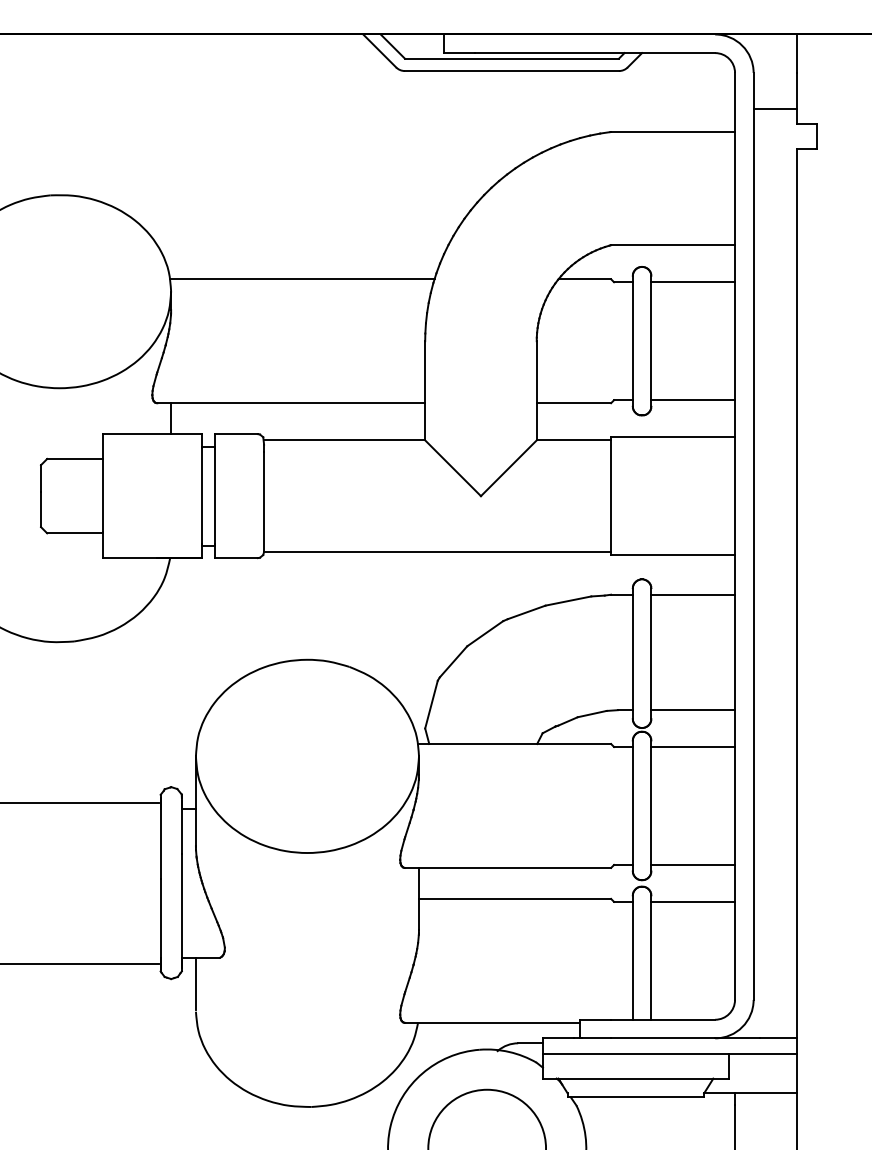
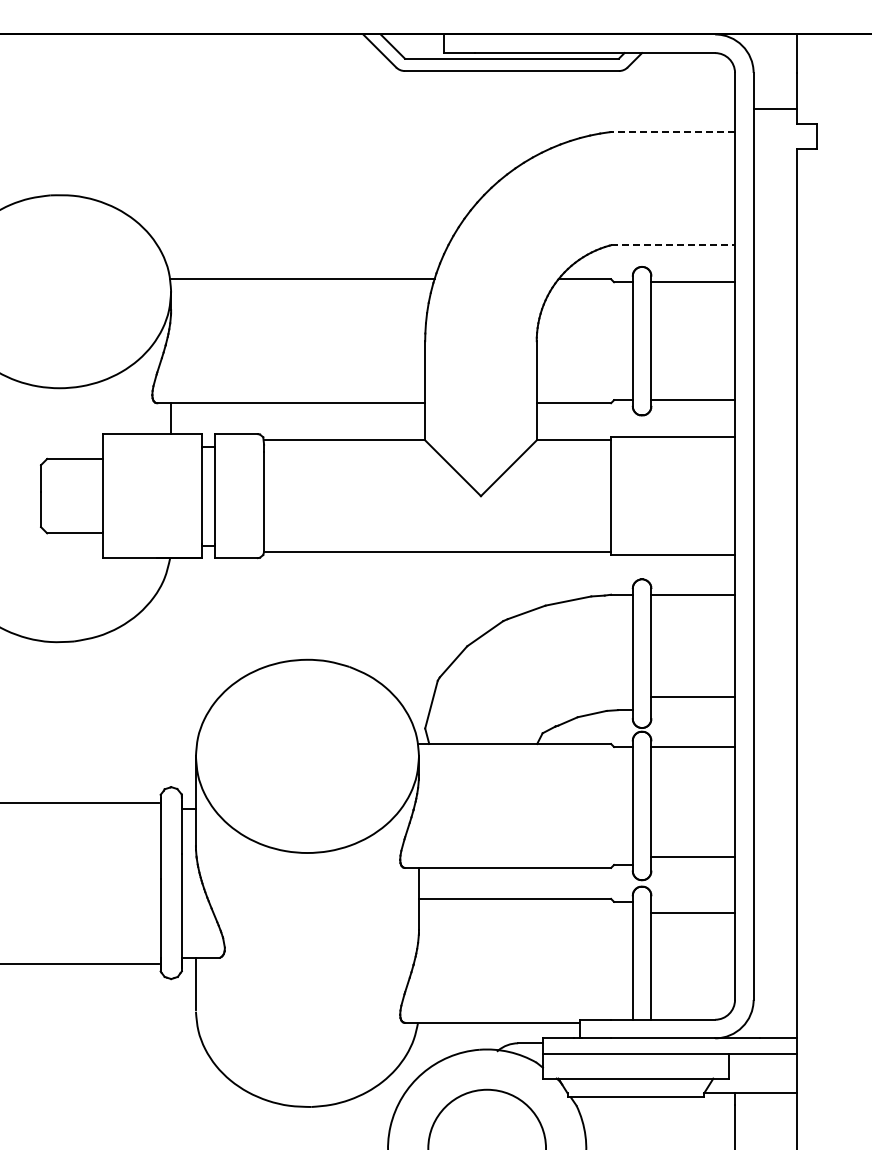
line at (673, 132): solid -> dashed
line at (673, 245): solid -> dashed
line at (693, 710) position: (693, 710) -> (693, 697)
line at (693, 864) position: (693, 864) -> (693, 856)
line at (693, 901) position: (693, 901) -> (693, 912)
